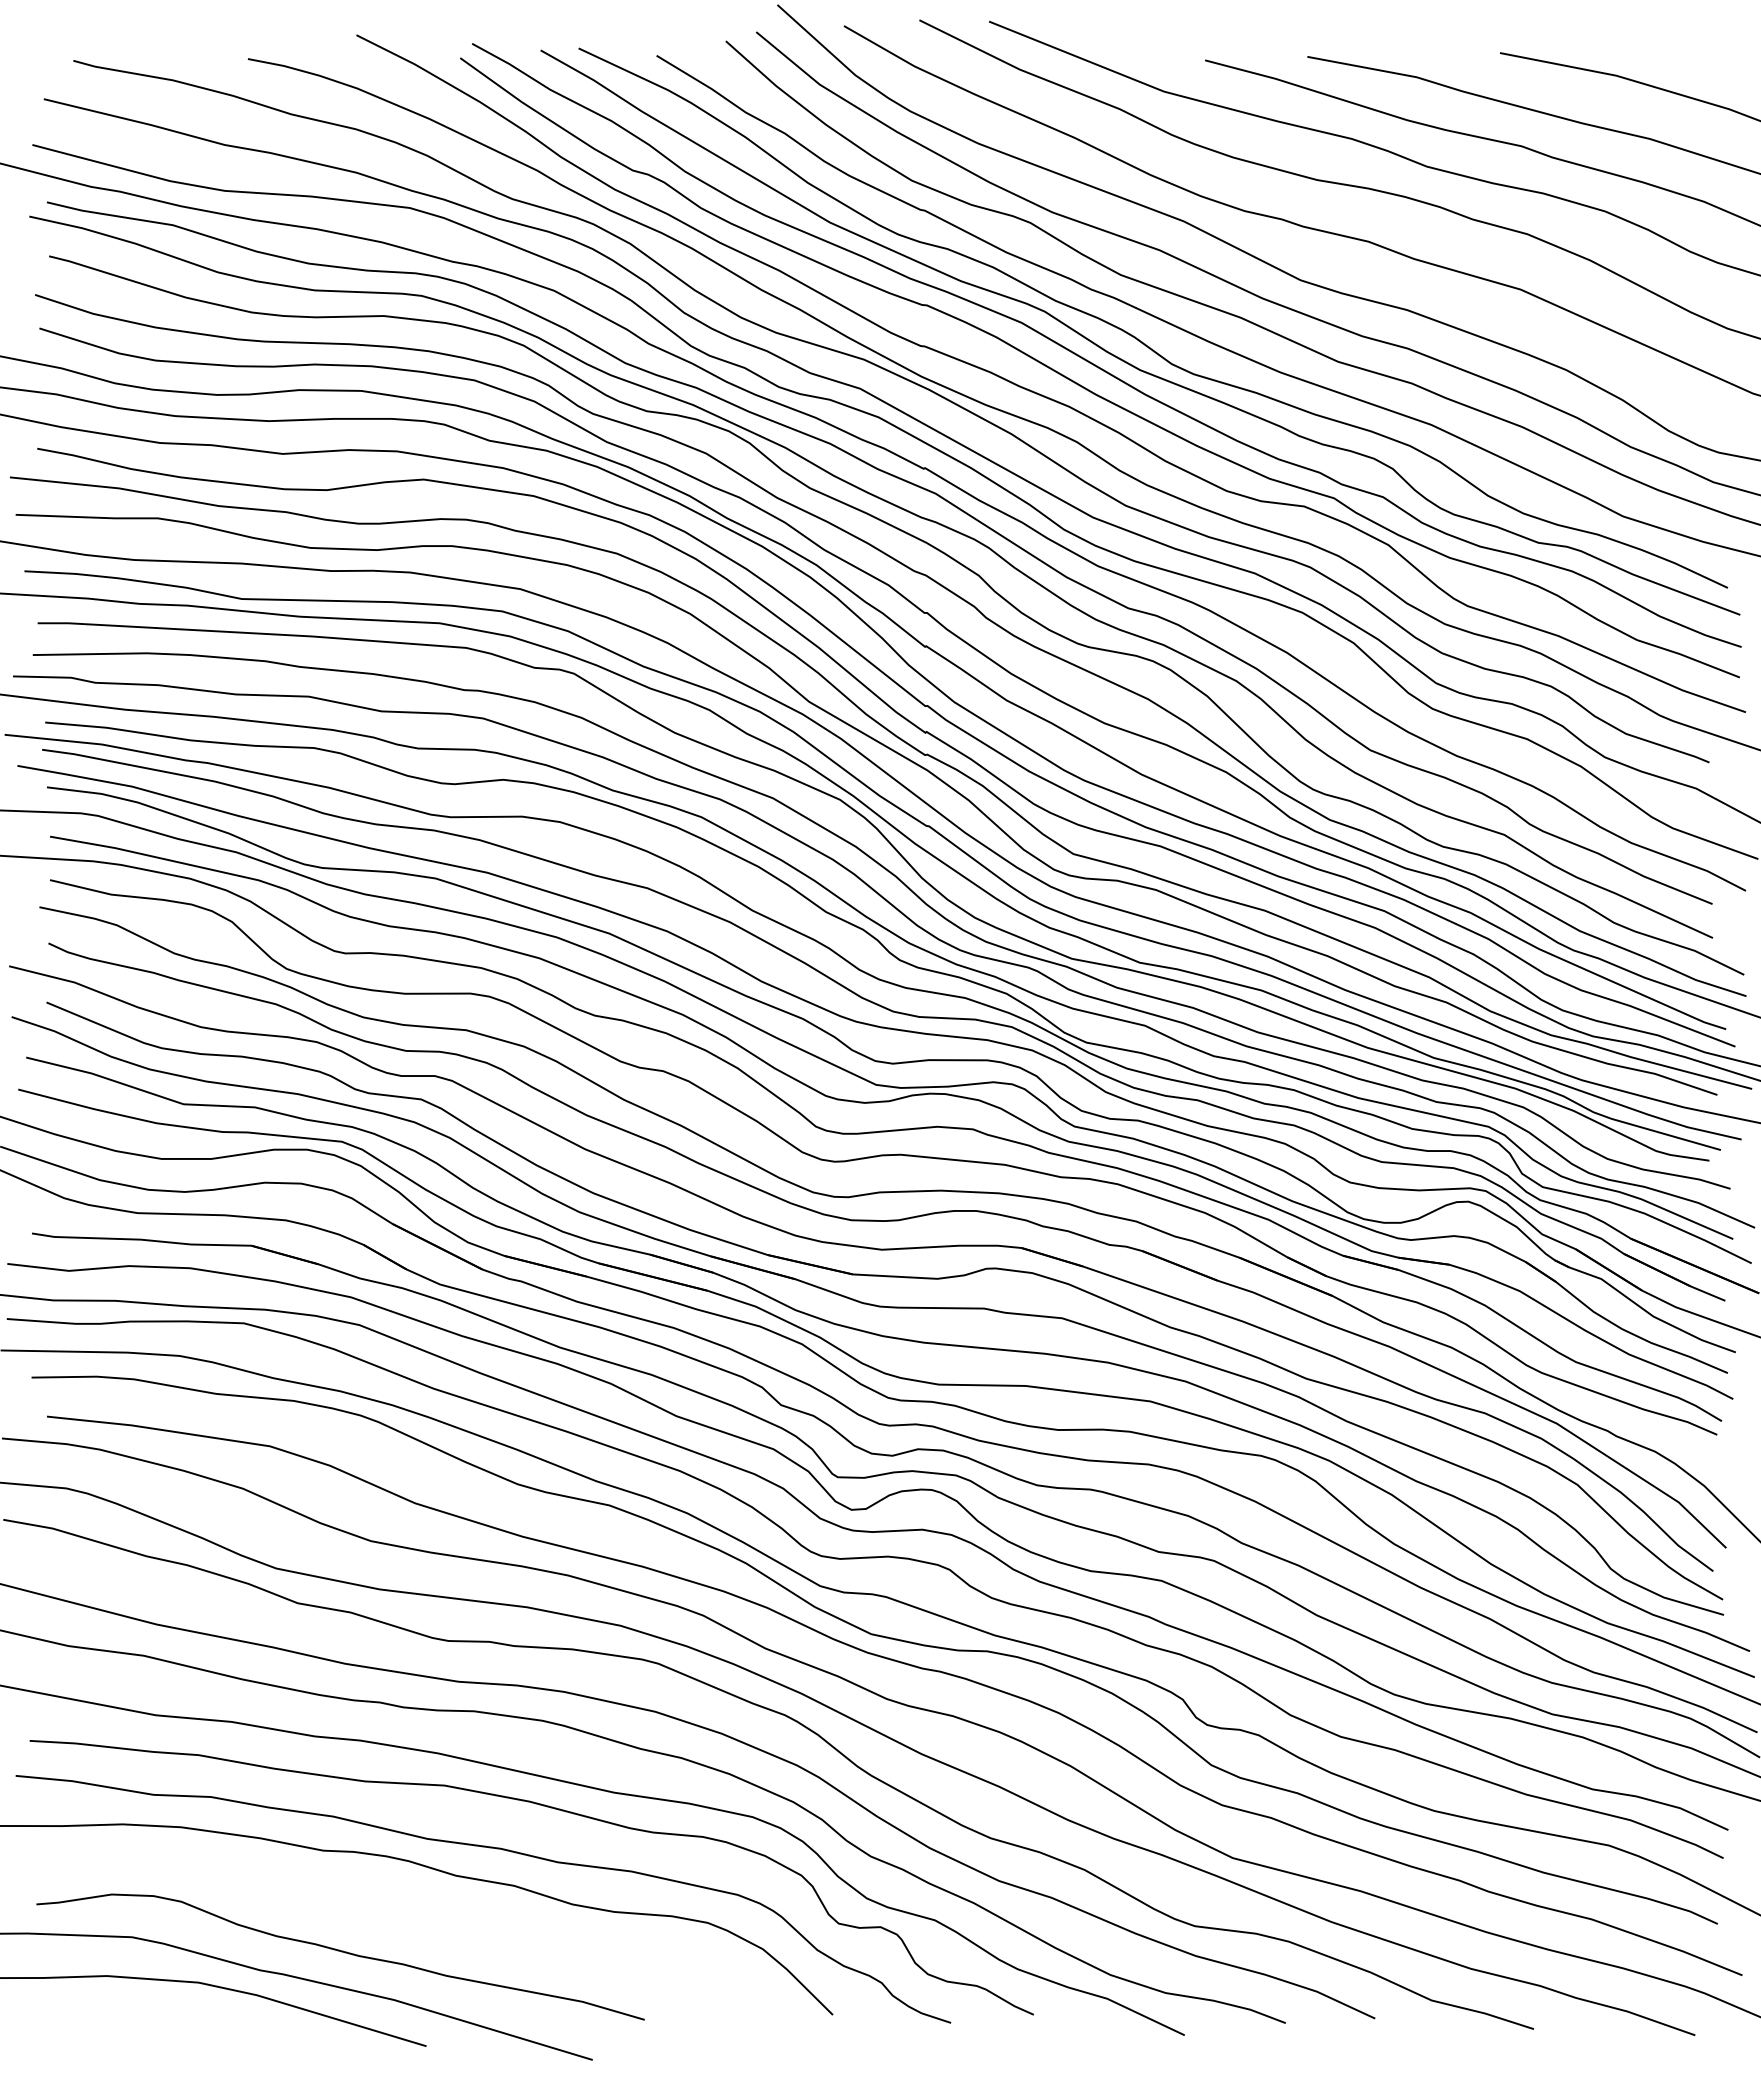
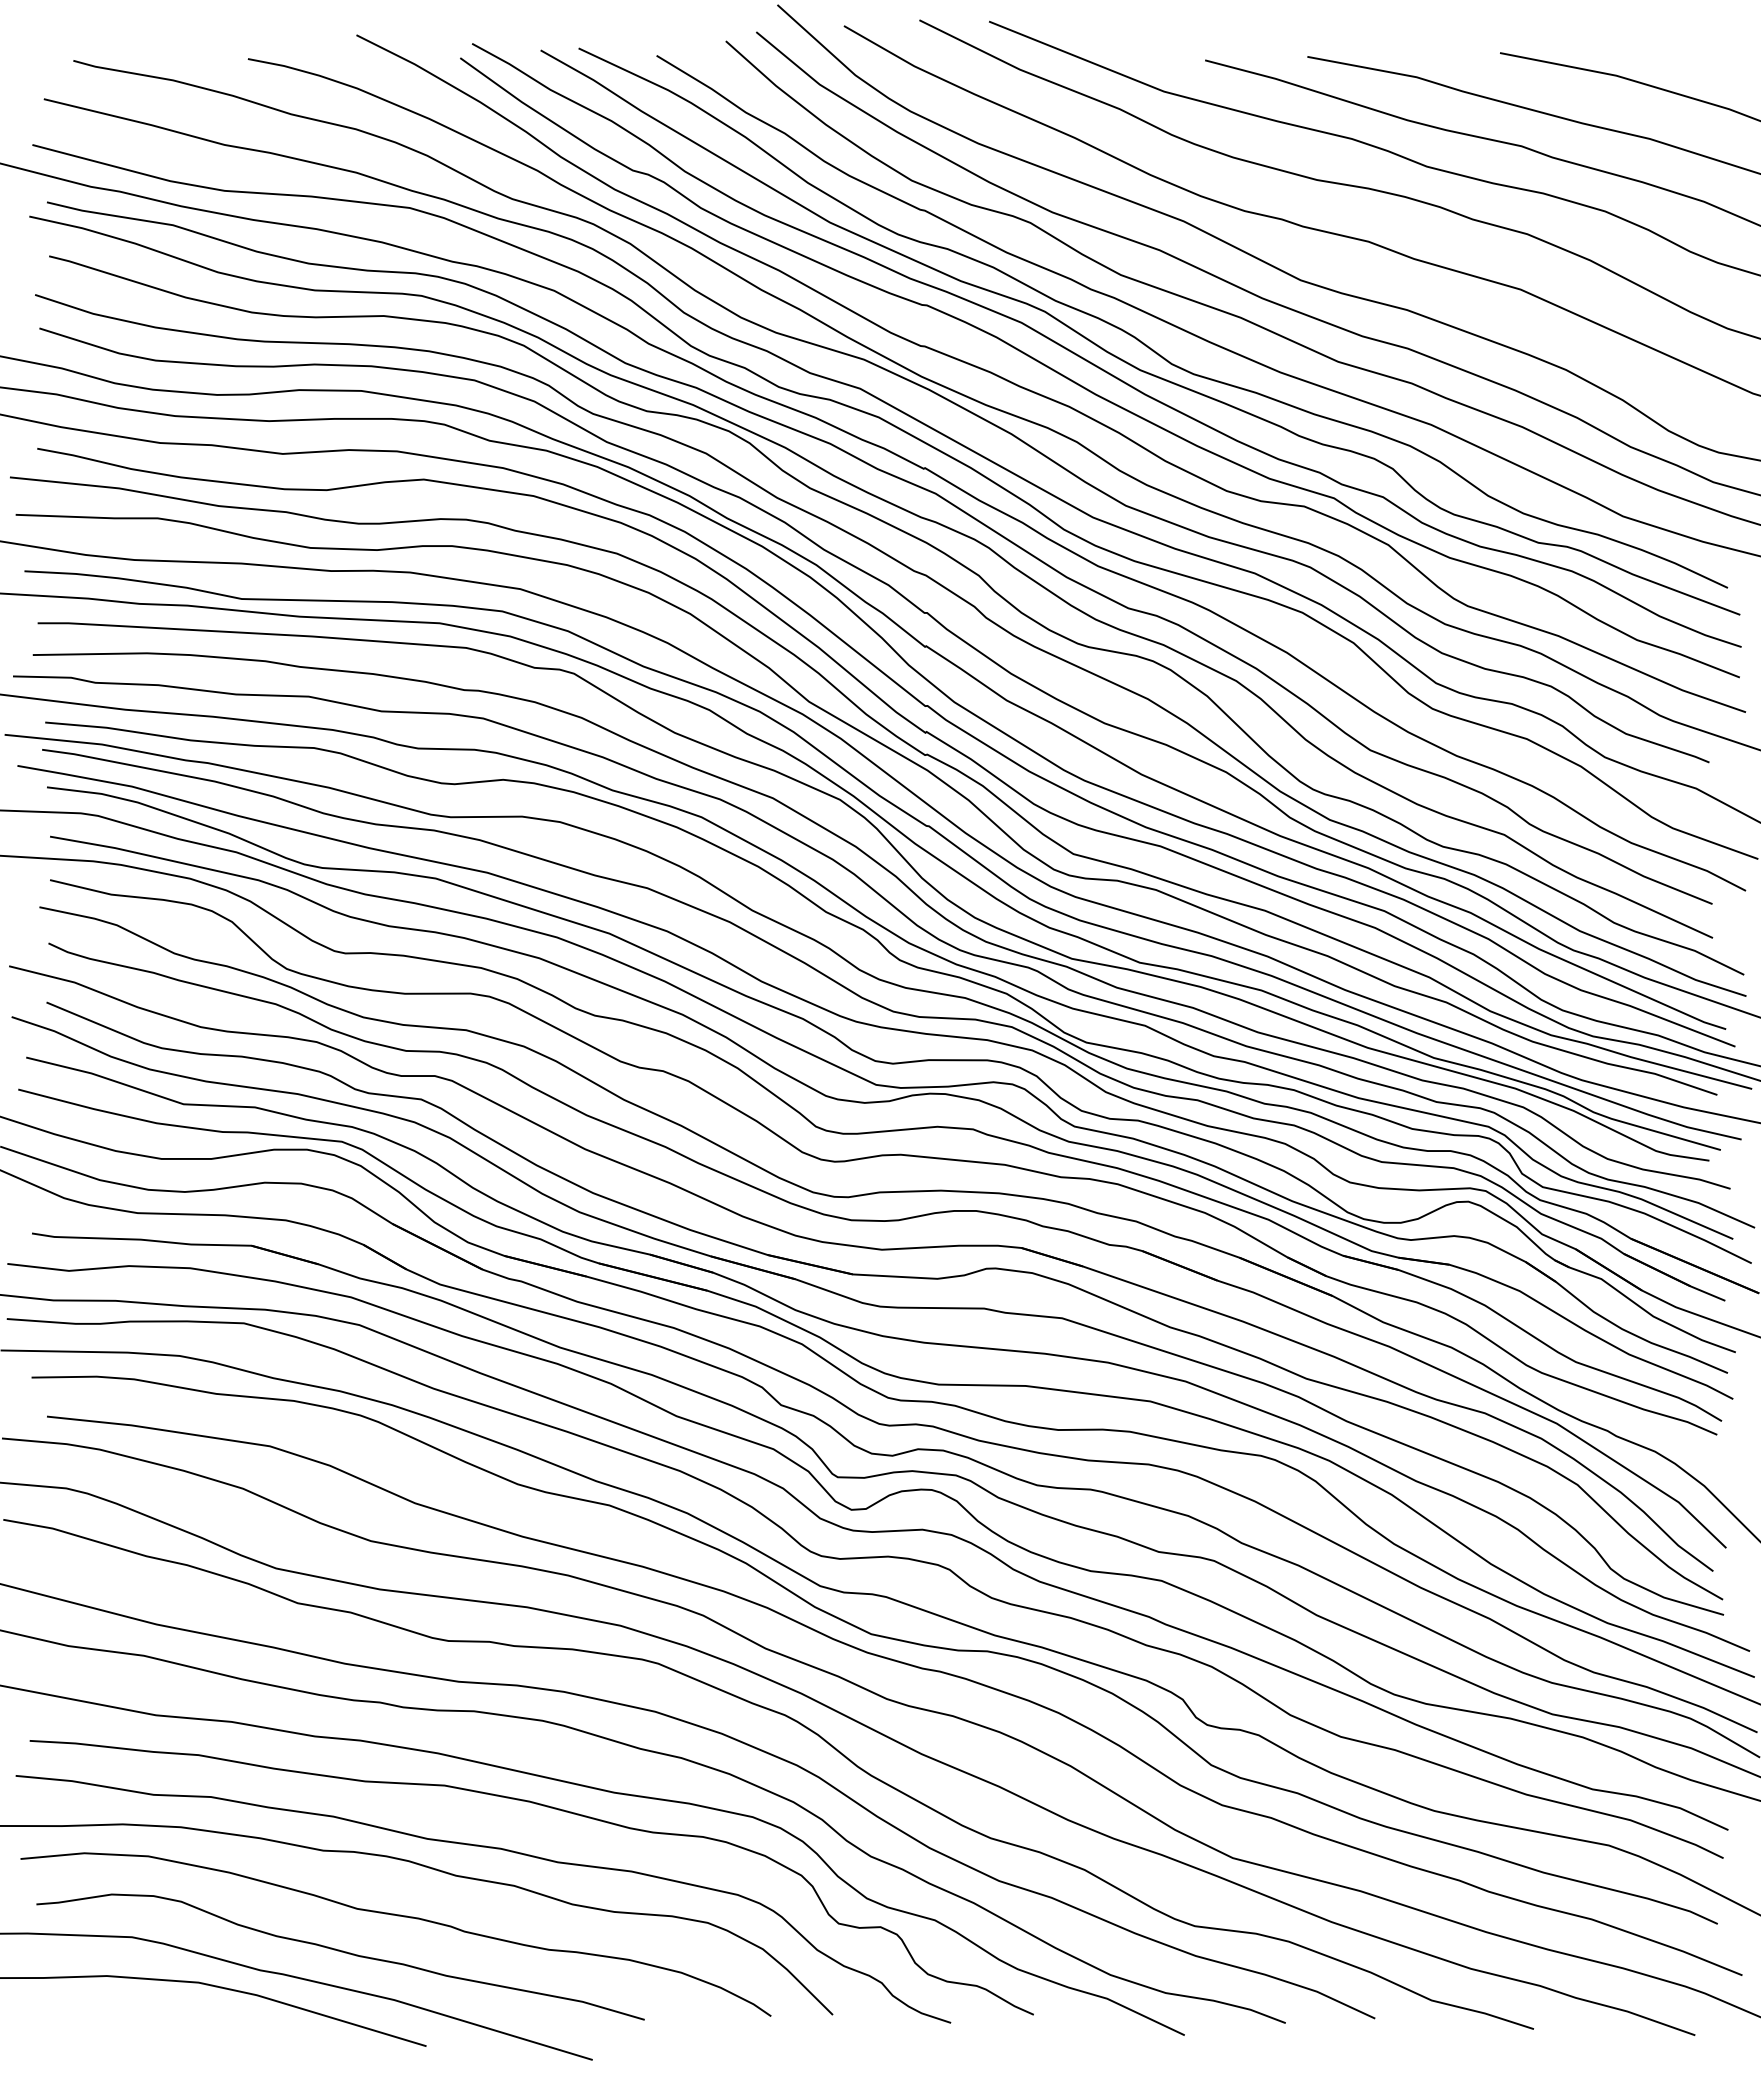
curve at (397, 1916): none -> present
